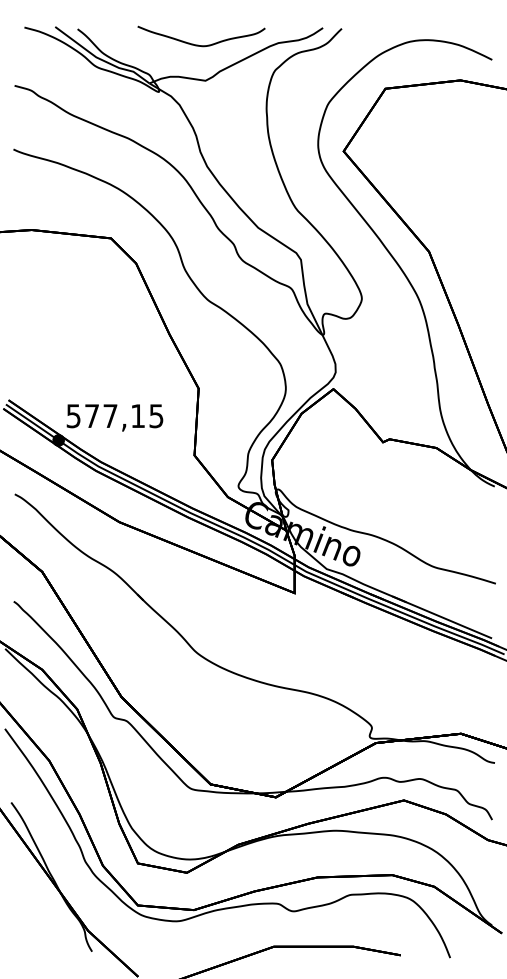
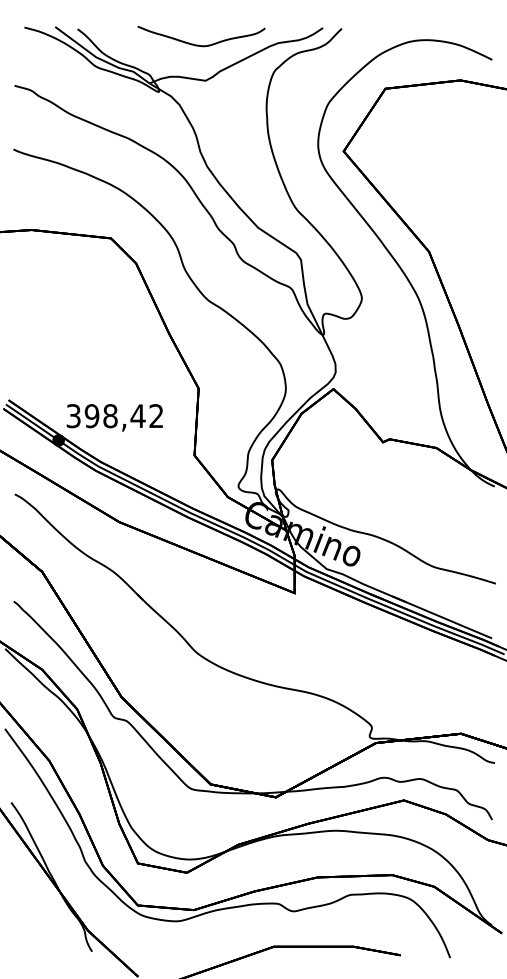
text at (115, 416): 577,15 -> 398,42
